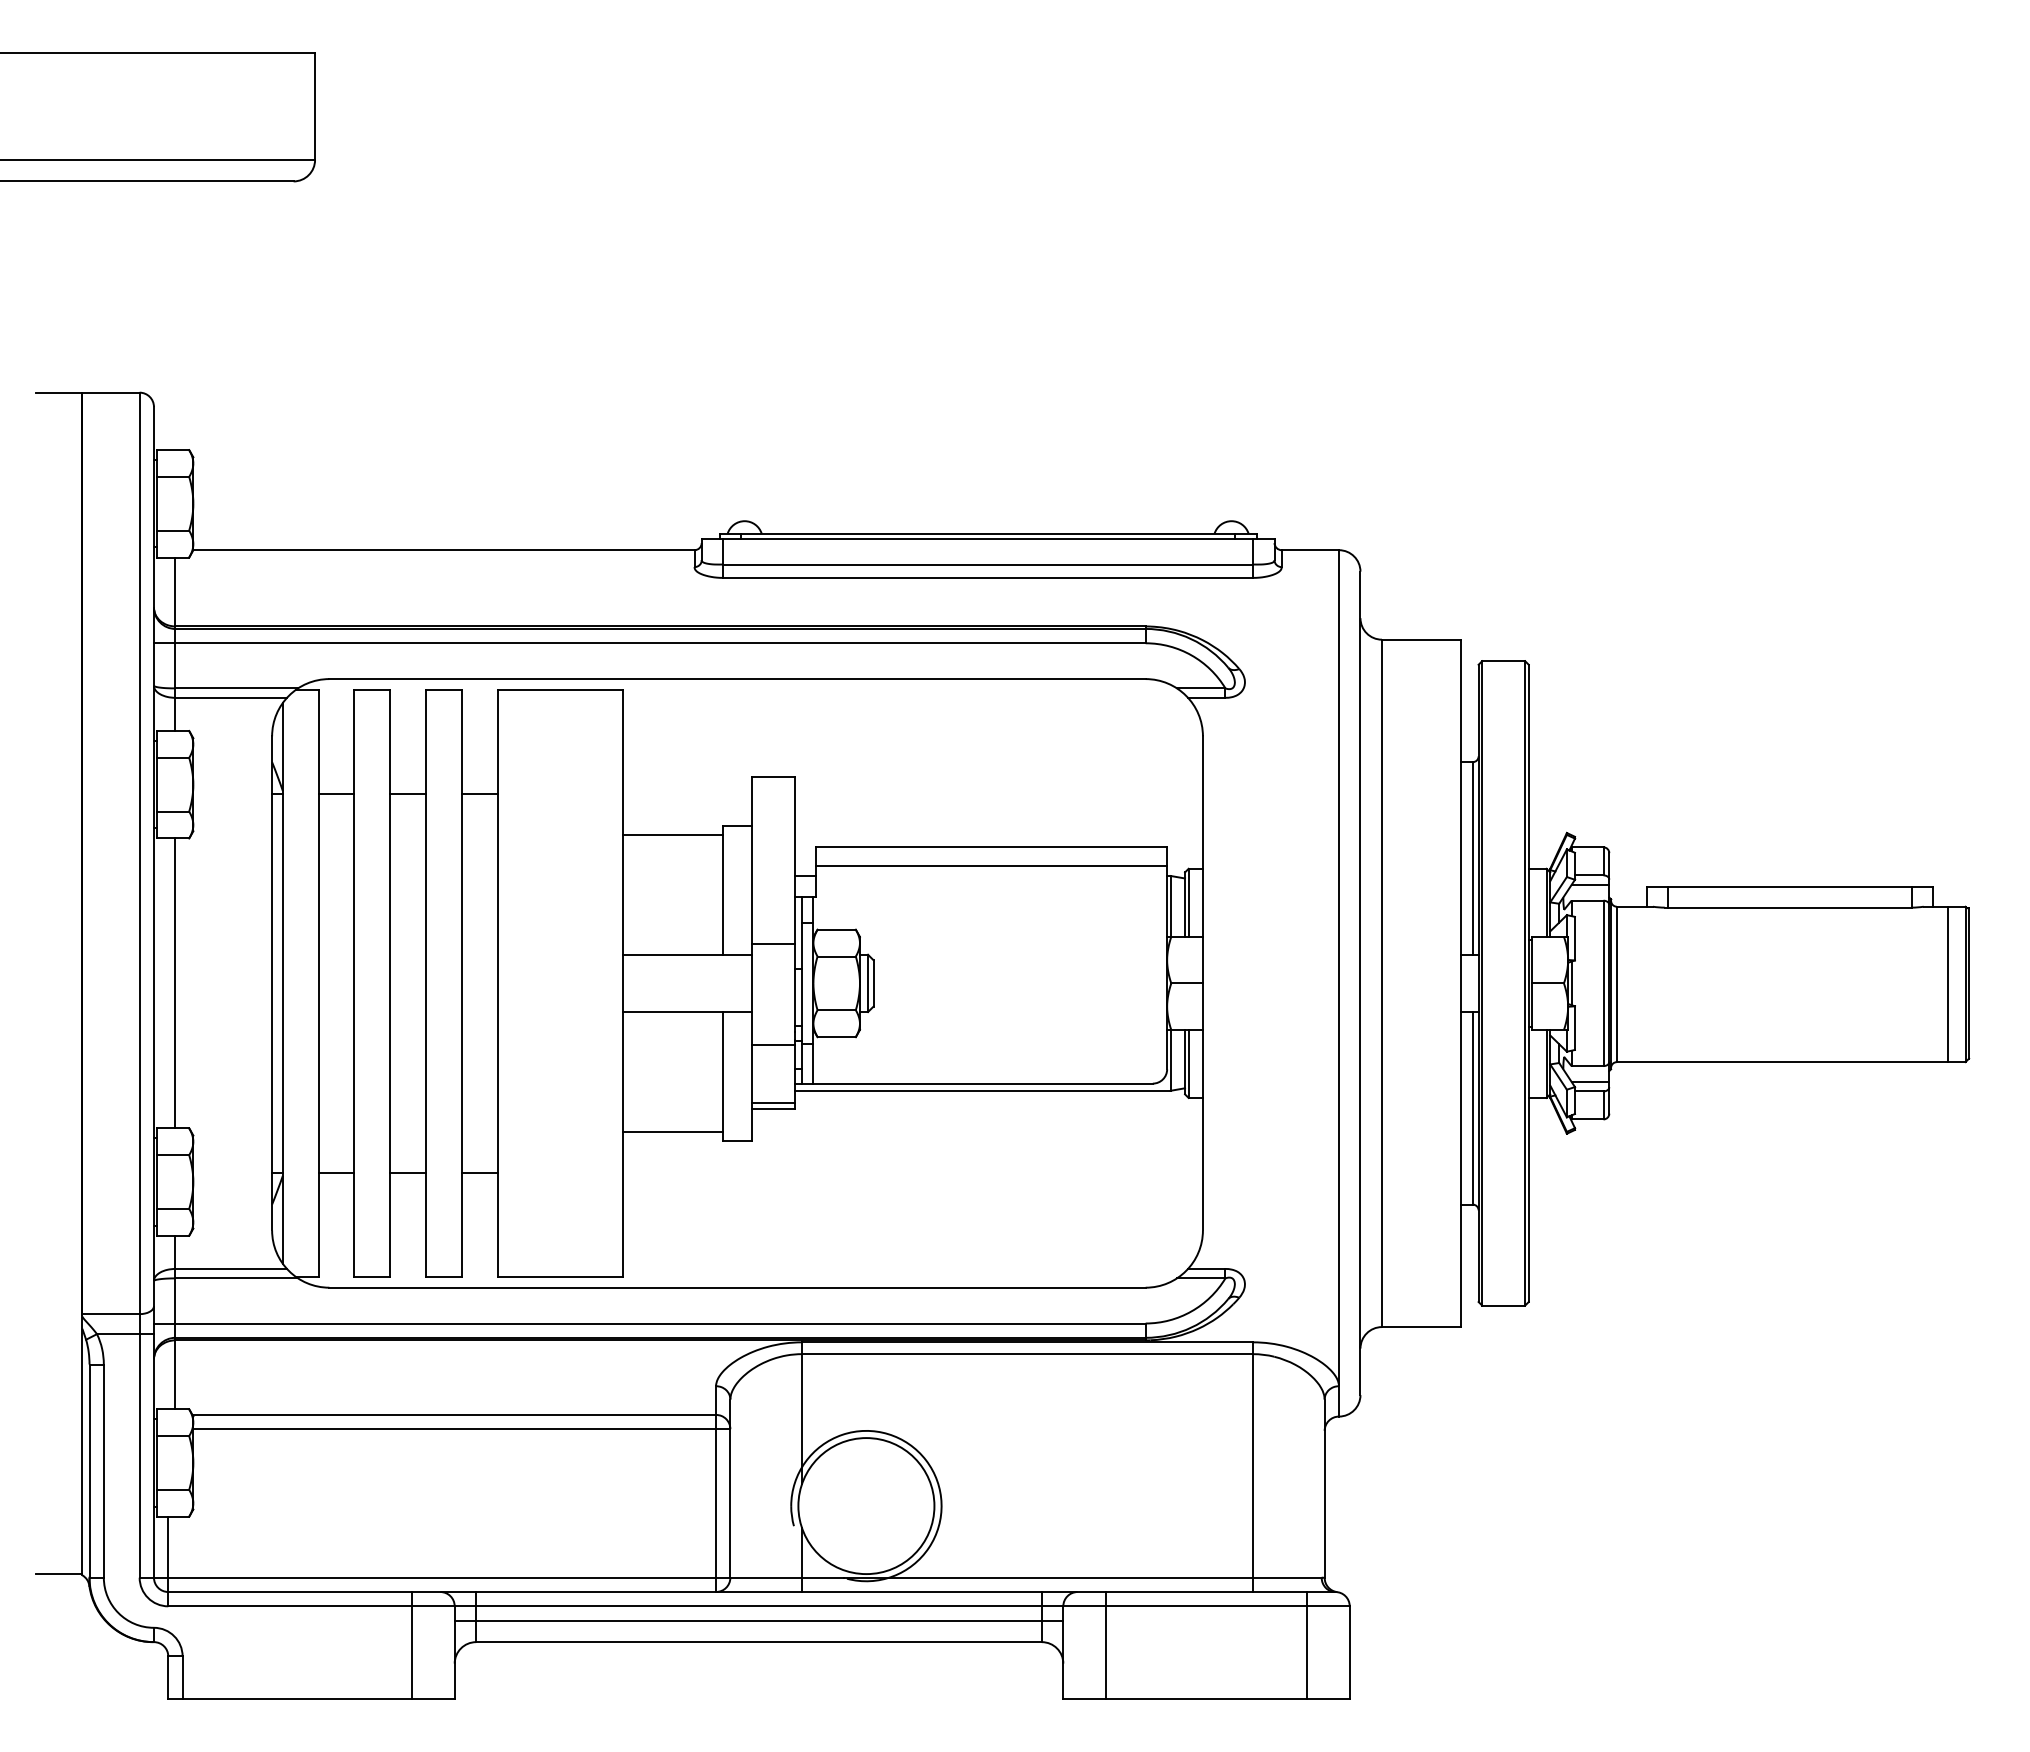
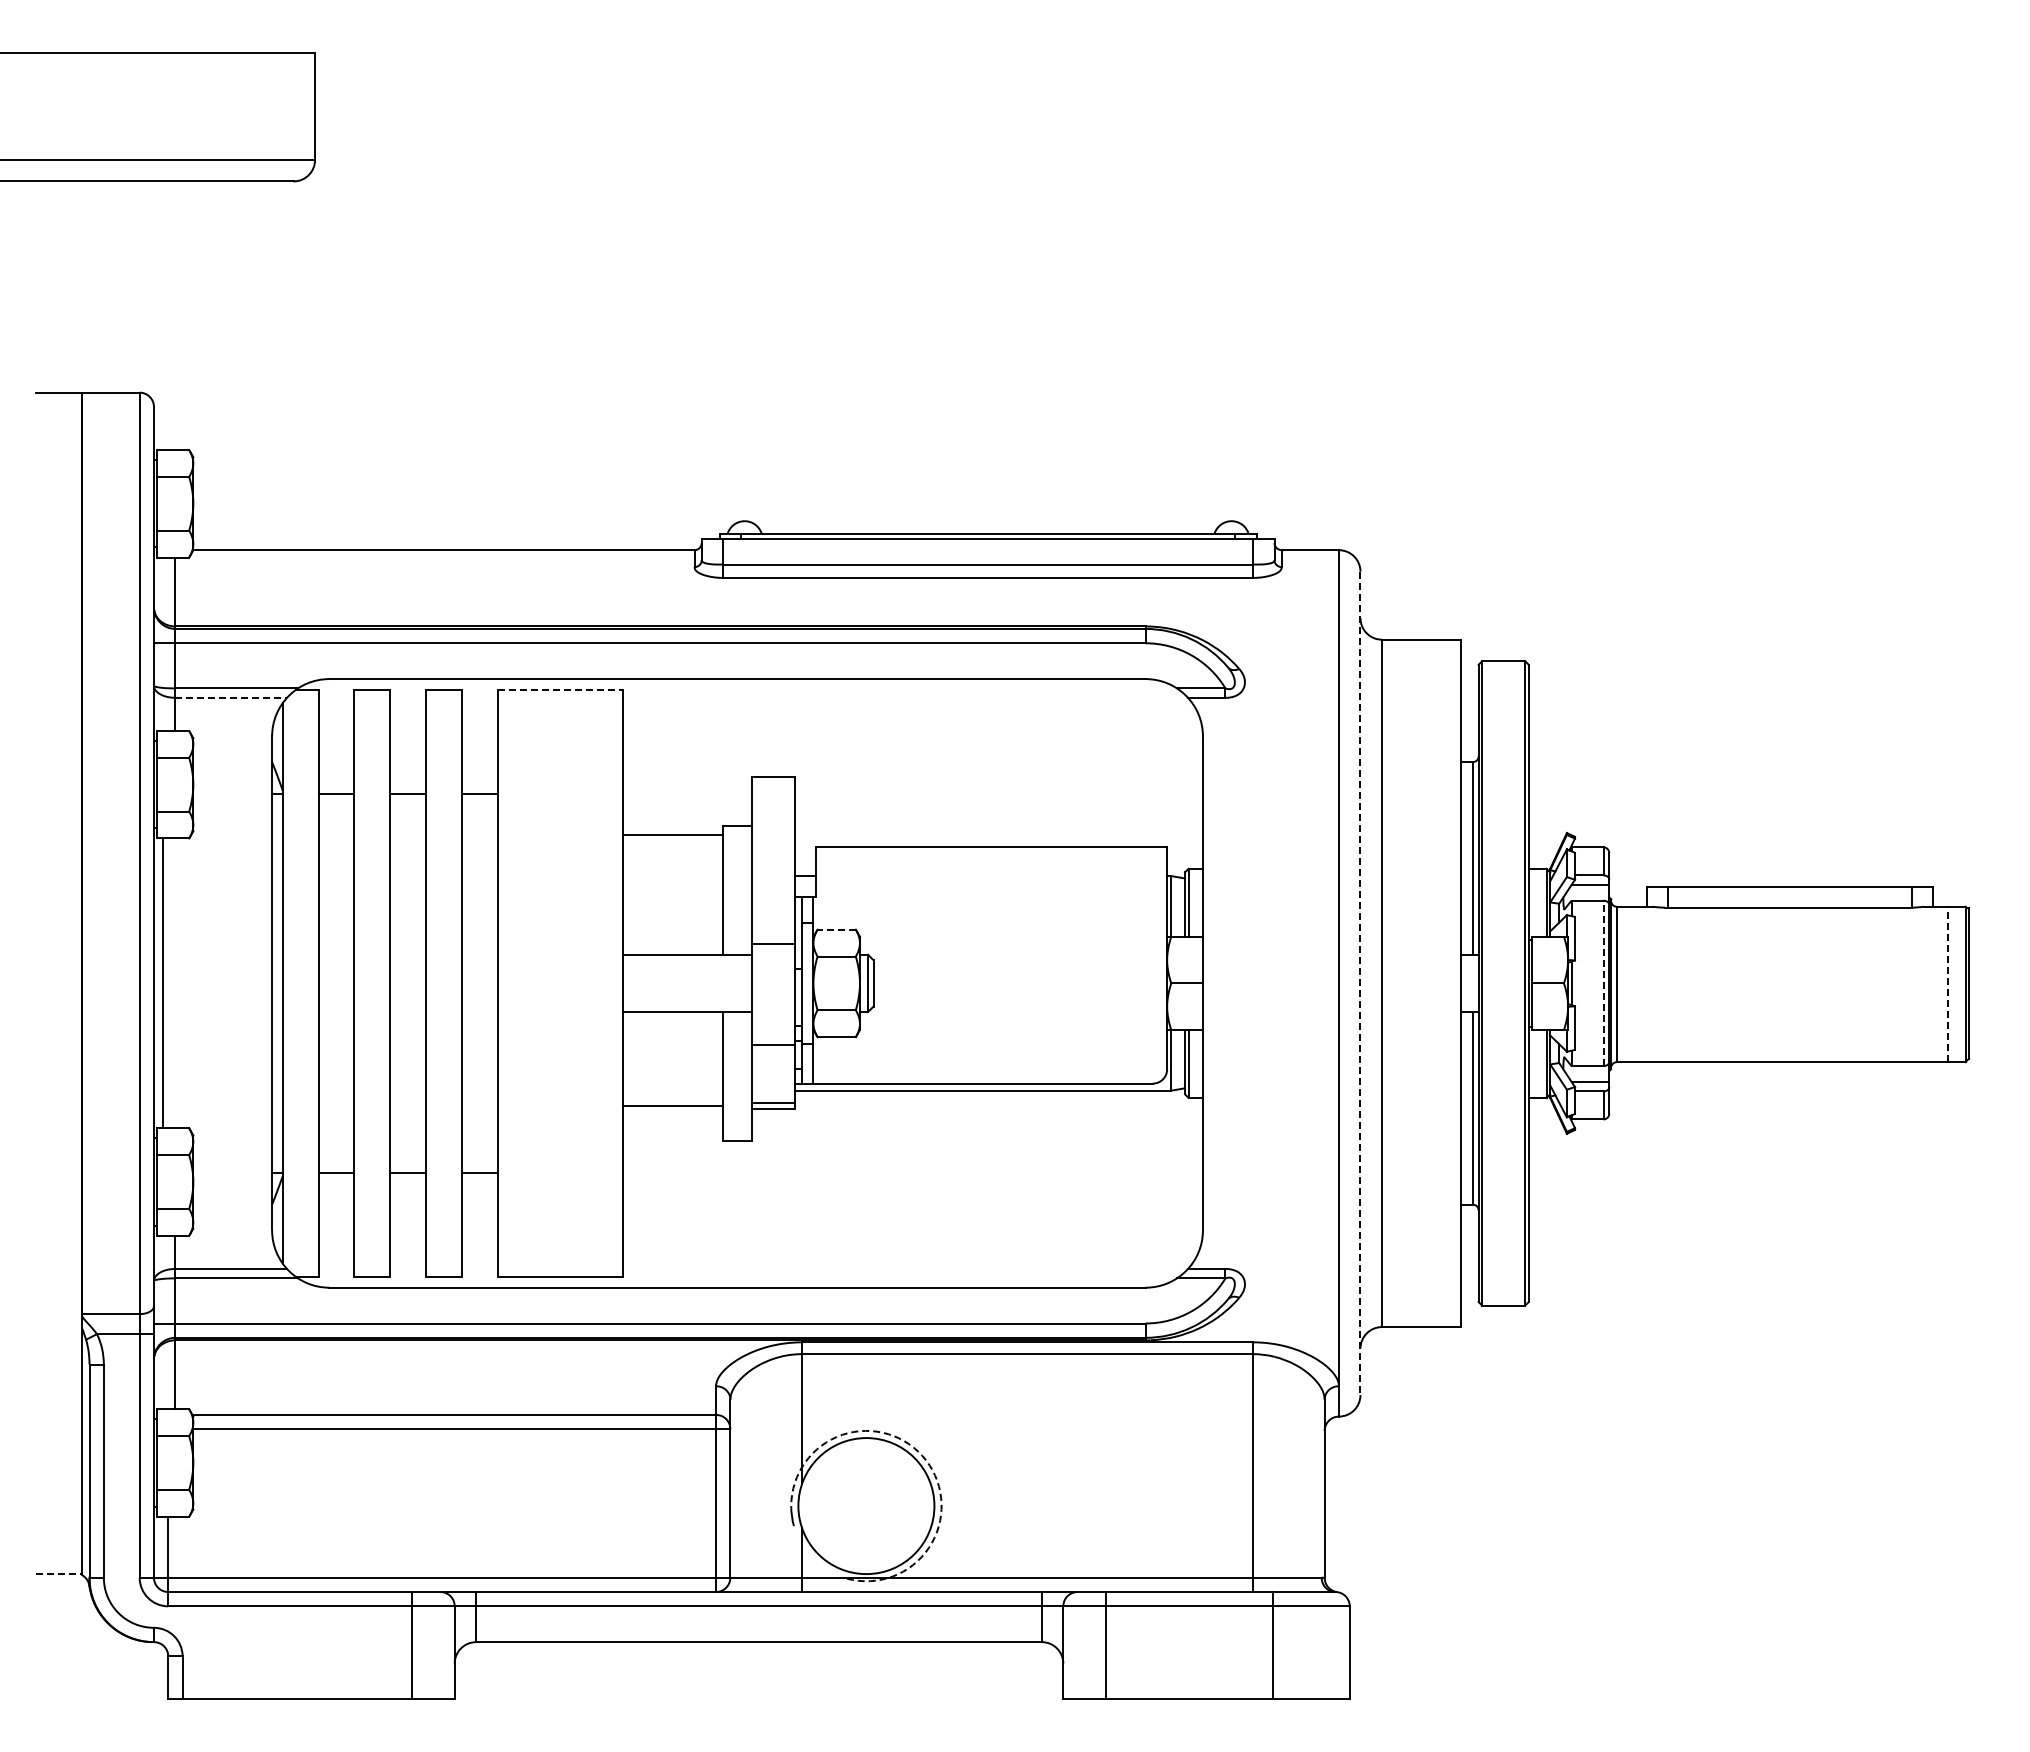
line at (560, 689): solid -> dashed
line at (231, 697): solid -> dashed
line at (991, 865): present -> none
line at (836, 929): solid -> dashed
line at (175, 983) position: (175, 983) -> (163, 983)
line at (1360, 983): solid -> dashed
line at (1603, 983): solid -> dashed
line at (1947, 984): solid -> dashed
line at (672, 1131) position: (672, 1131) -> (672, 1105)
arc at (926, 1460): solid -> dashed
line at (59, 1574): solid -> dashed
line at (758, 1620): present -> none
line at (1306, 1645) position: (1306, 1645) -> (1272, 1645)
